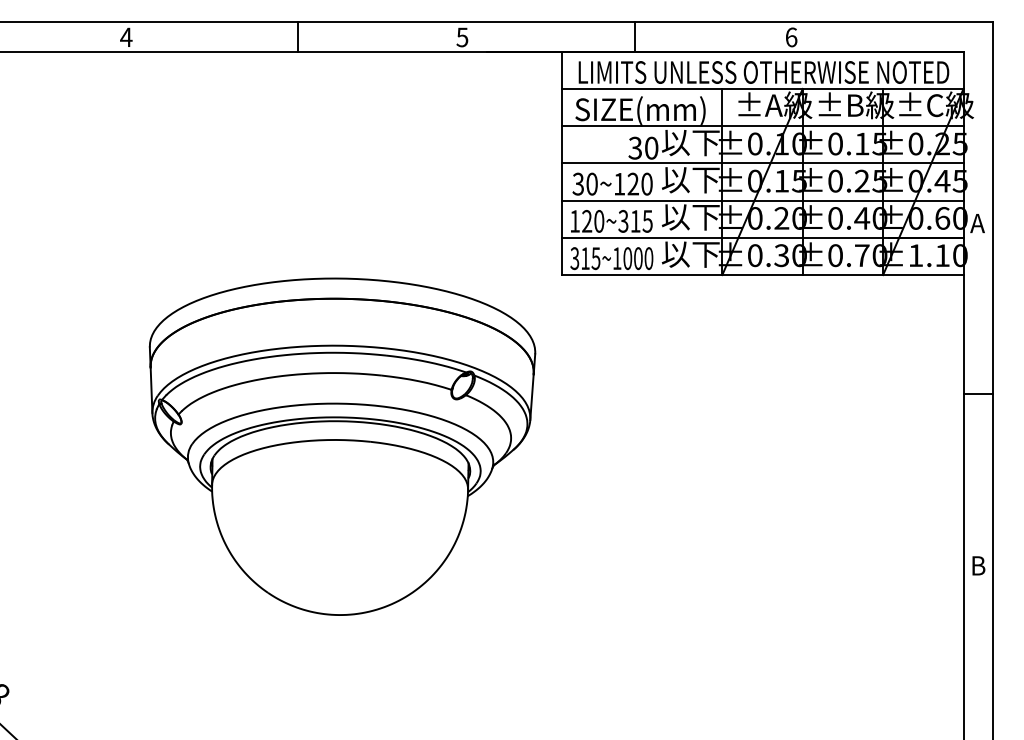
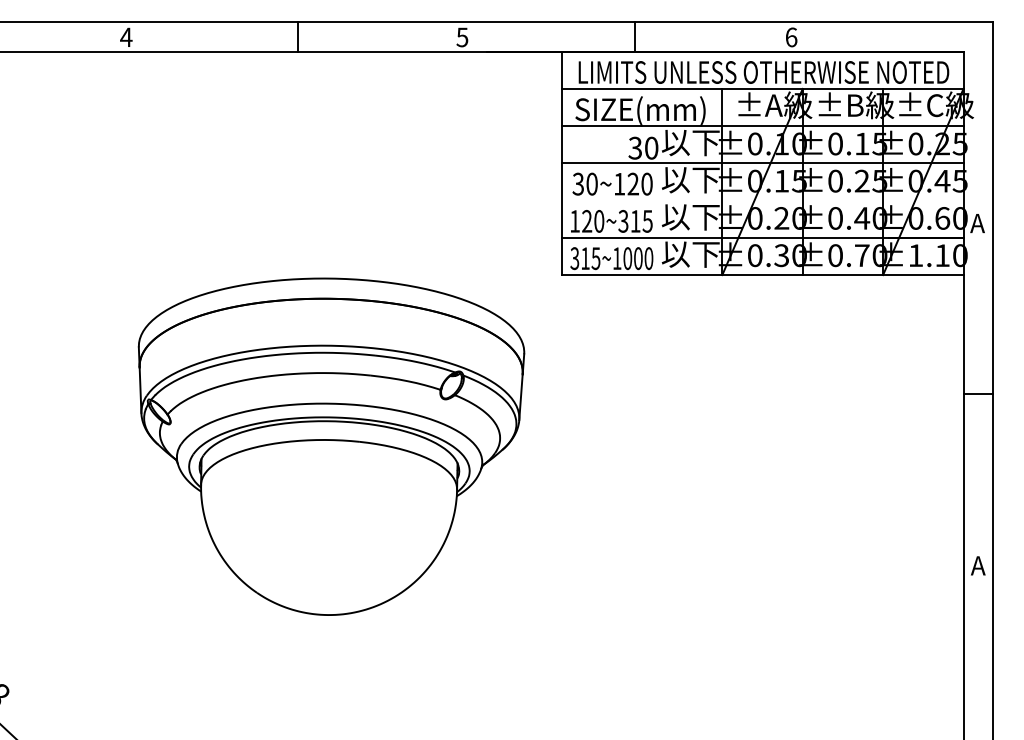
line at (762, 200): present -> none
part at (342, 446) position: (342, 446) -> (331, 446)
text at (977, 565): B -> A
